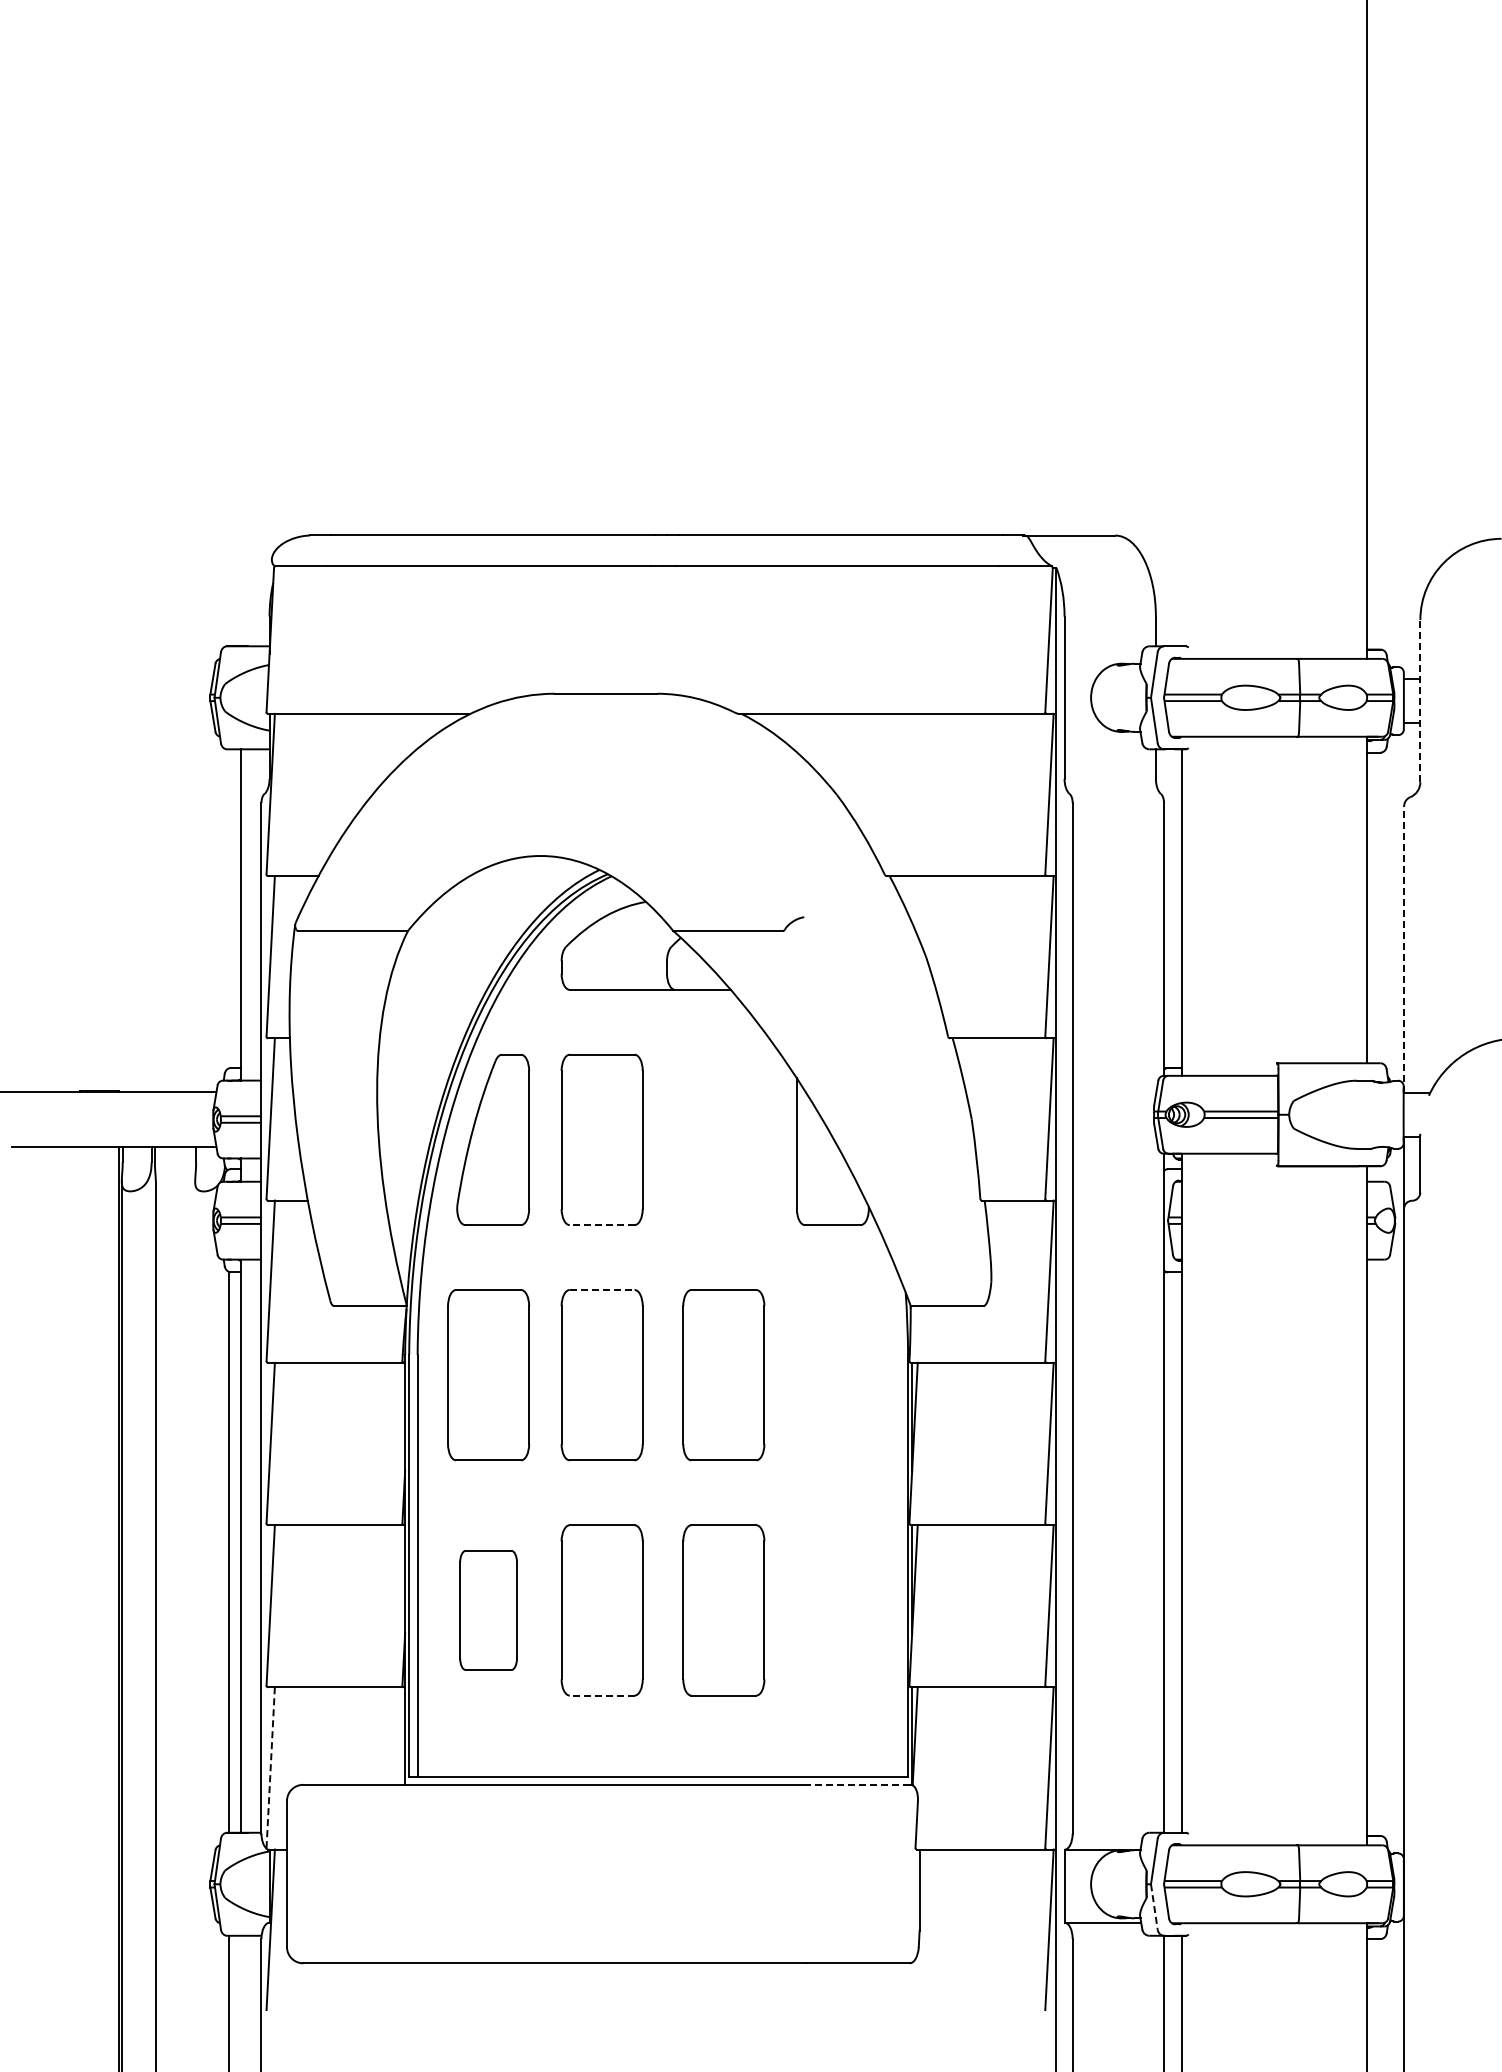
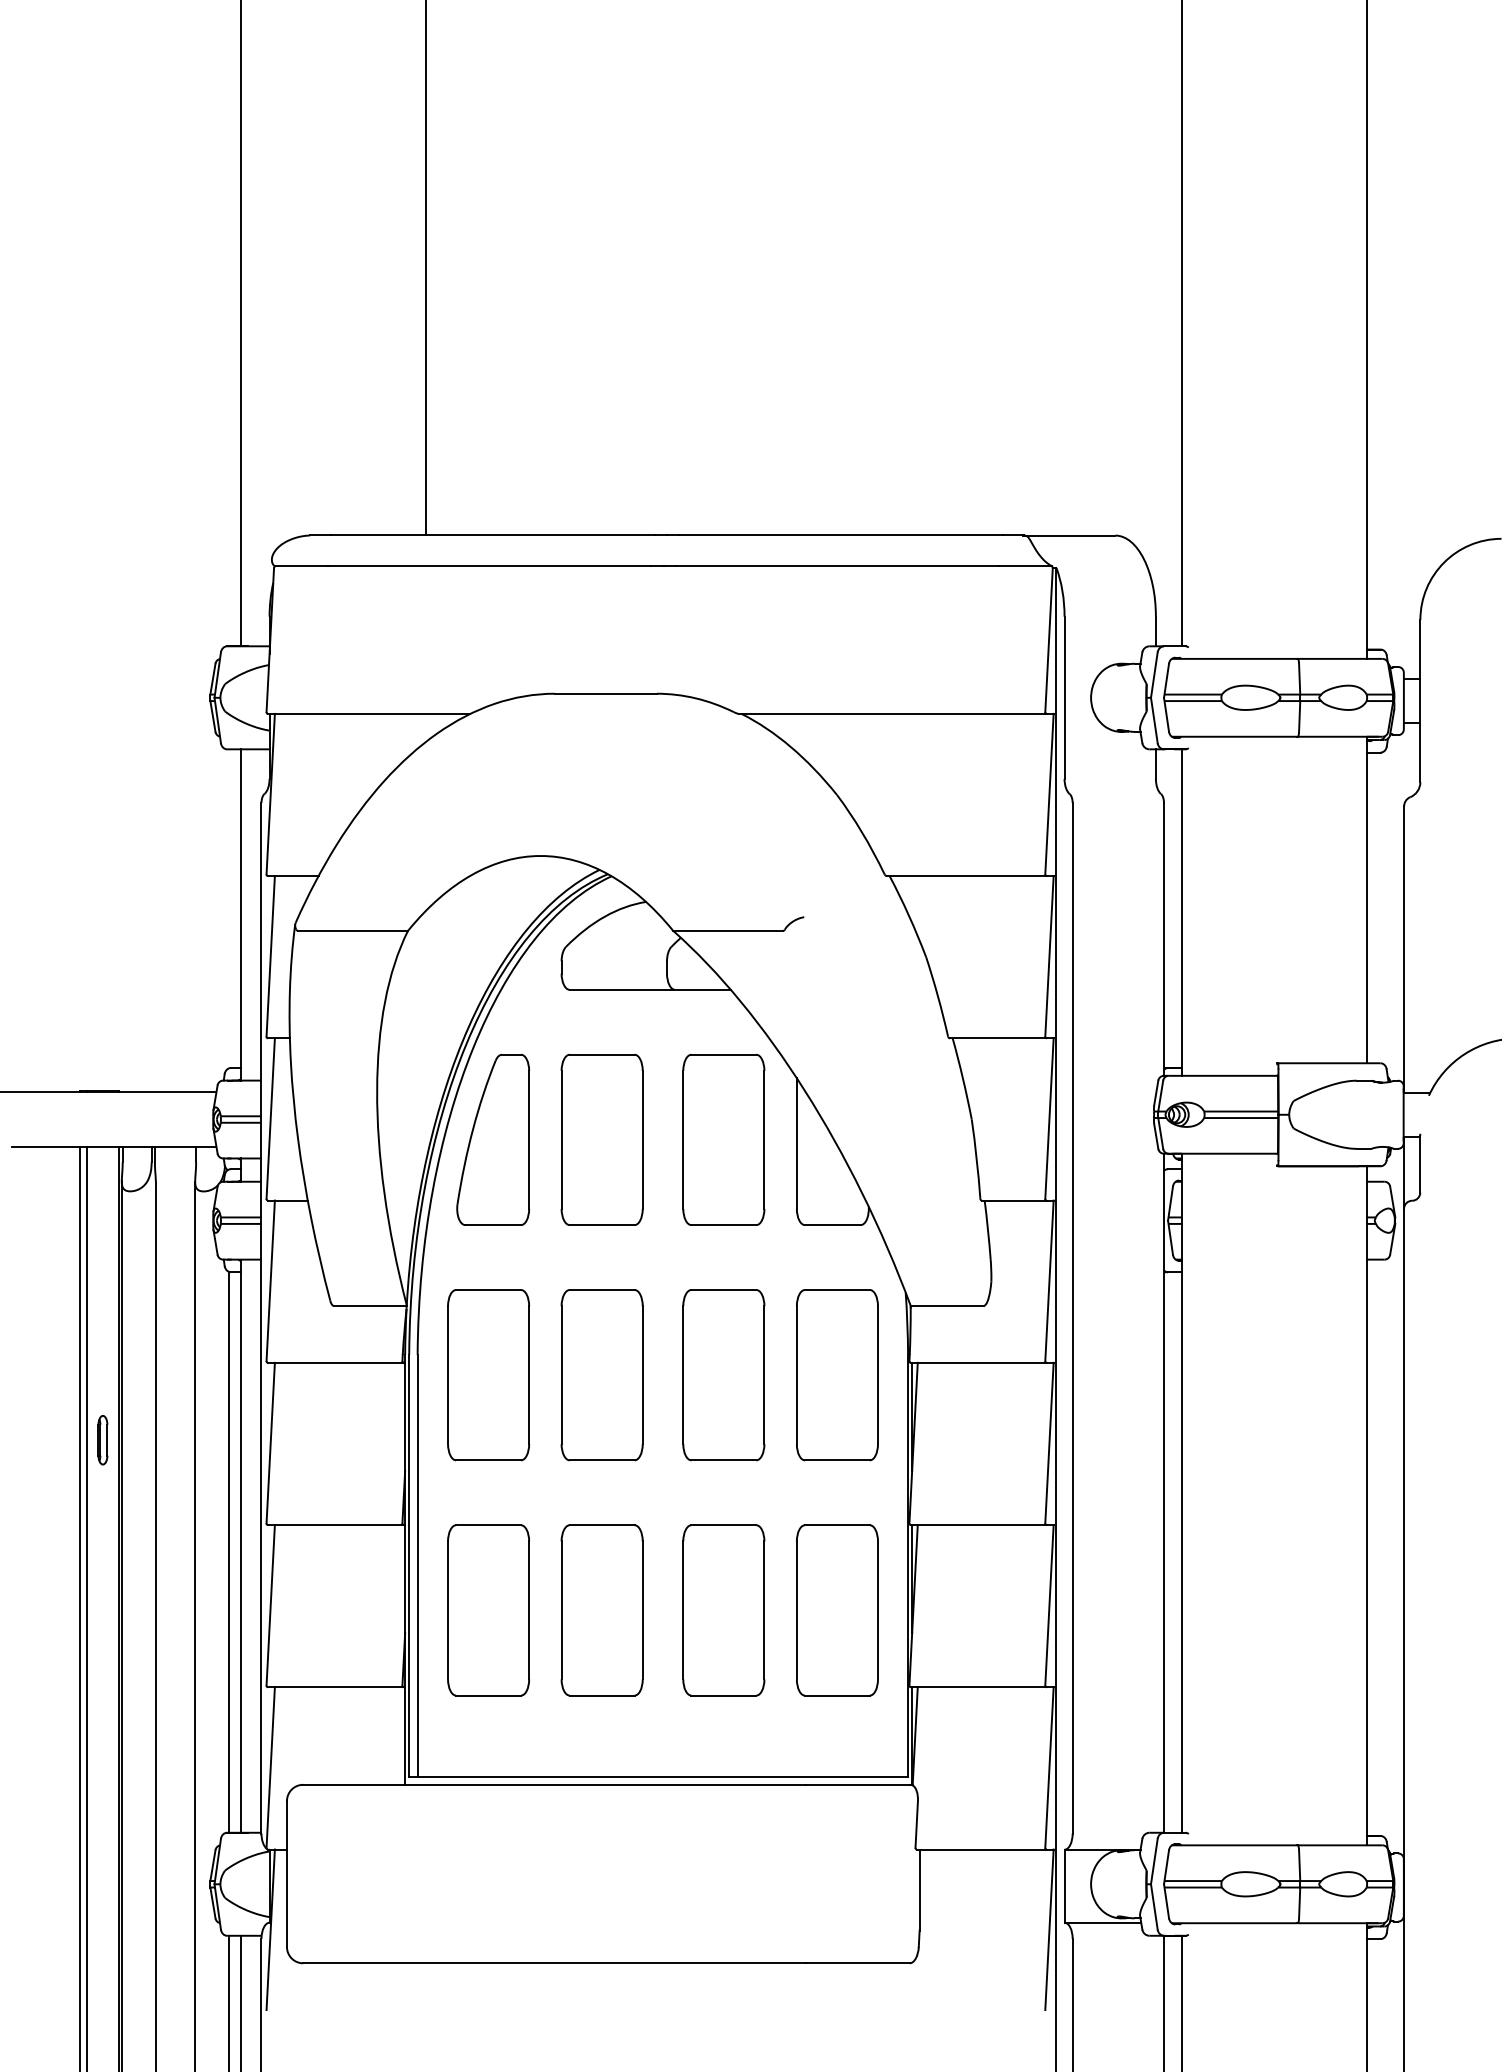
line at (425, 268): none -> present
line at (240, 324): none -> present
line at (1181, 324): none -> present
line at (1420, 700): dashed -> solid
line at (1404, 949): dashed -> solid
part at (723, 1139): none -> present
line at (601, 1225): dashed -> solid
line at (602, 1290): dashed -> solid
part at (837, 1375): none -> present
part at (102, 1440): none -> present
line at (79, 1607): none -> present
line at (86, 1607): none -> present
part at (488, 1610) size: 59x121 px -> 83x173 px
part at (837, 1610): none -> present
line at (195, 1624): none -> present
line at (601, 1695): dashed -> solid
line at (270, 1768): dashed -> solid
line at (858, 1784): dashed -> solid
line at (1154, 1906): dashed -> solid
line at (240, 2001): none -> present
